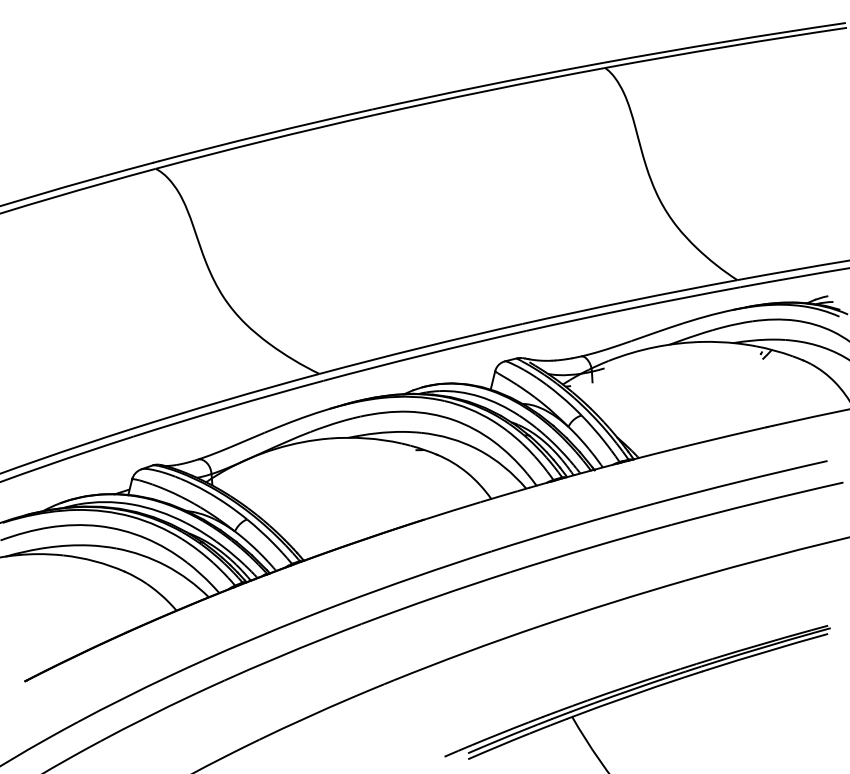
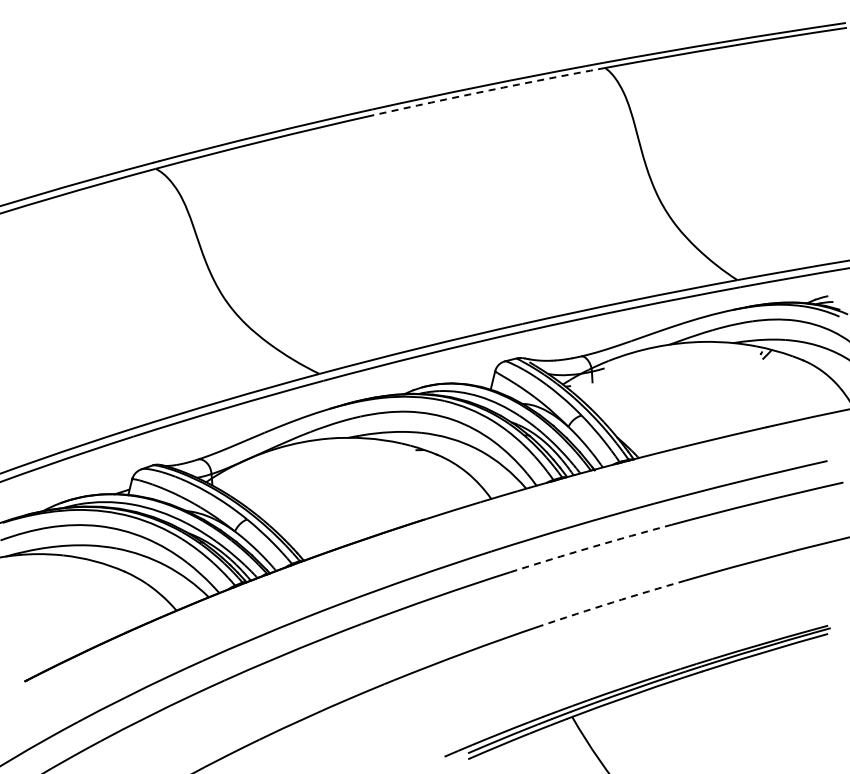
arc at (489, 90): solid -> dashed
arc at (590, 547): solid -> dashed
arc at (612, 602): solid -> dashed
